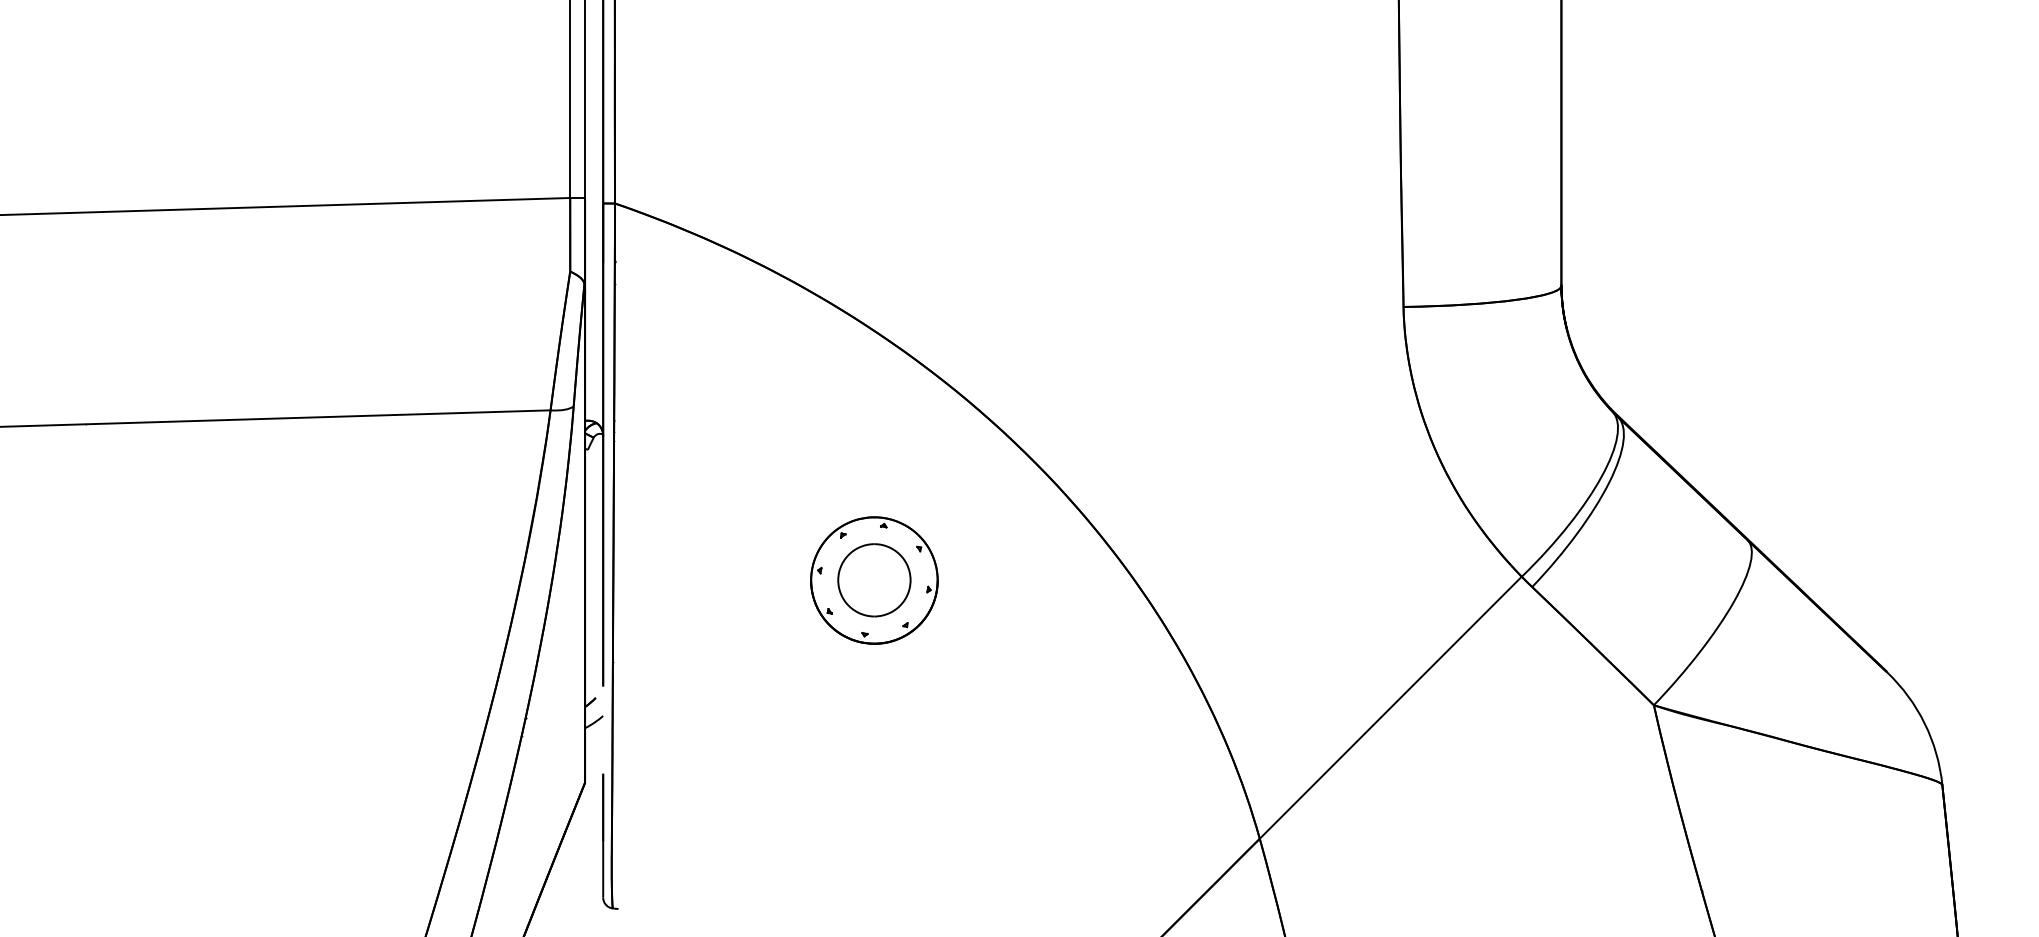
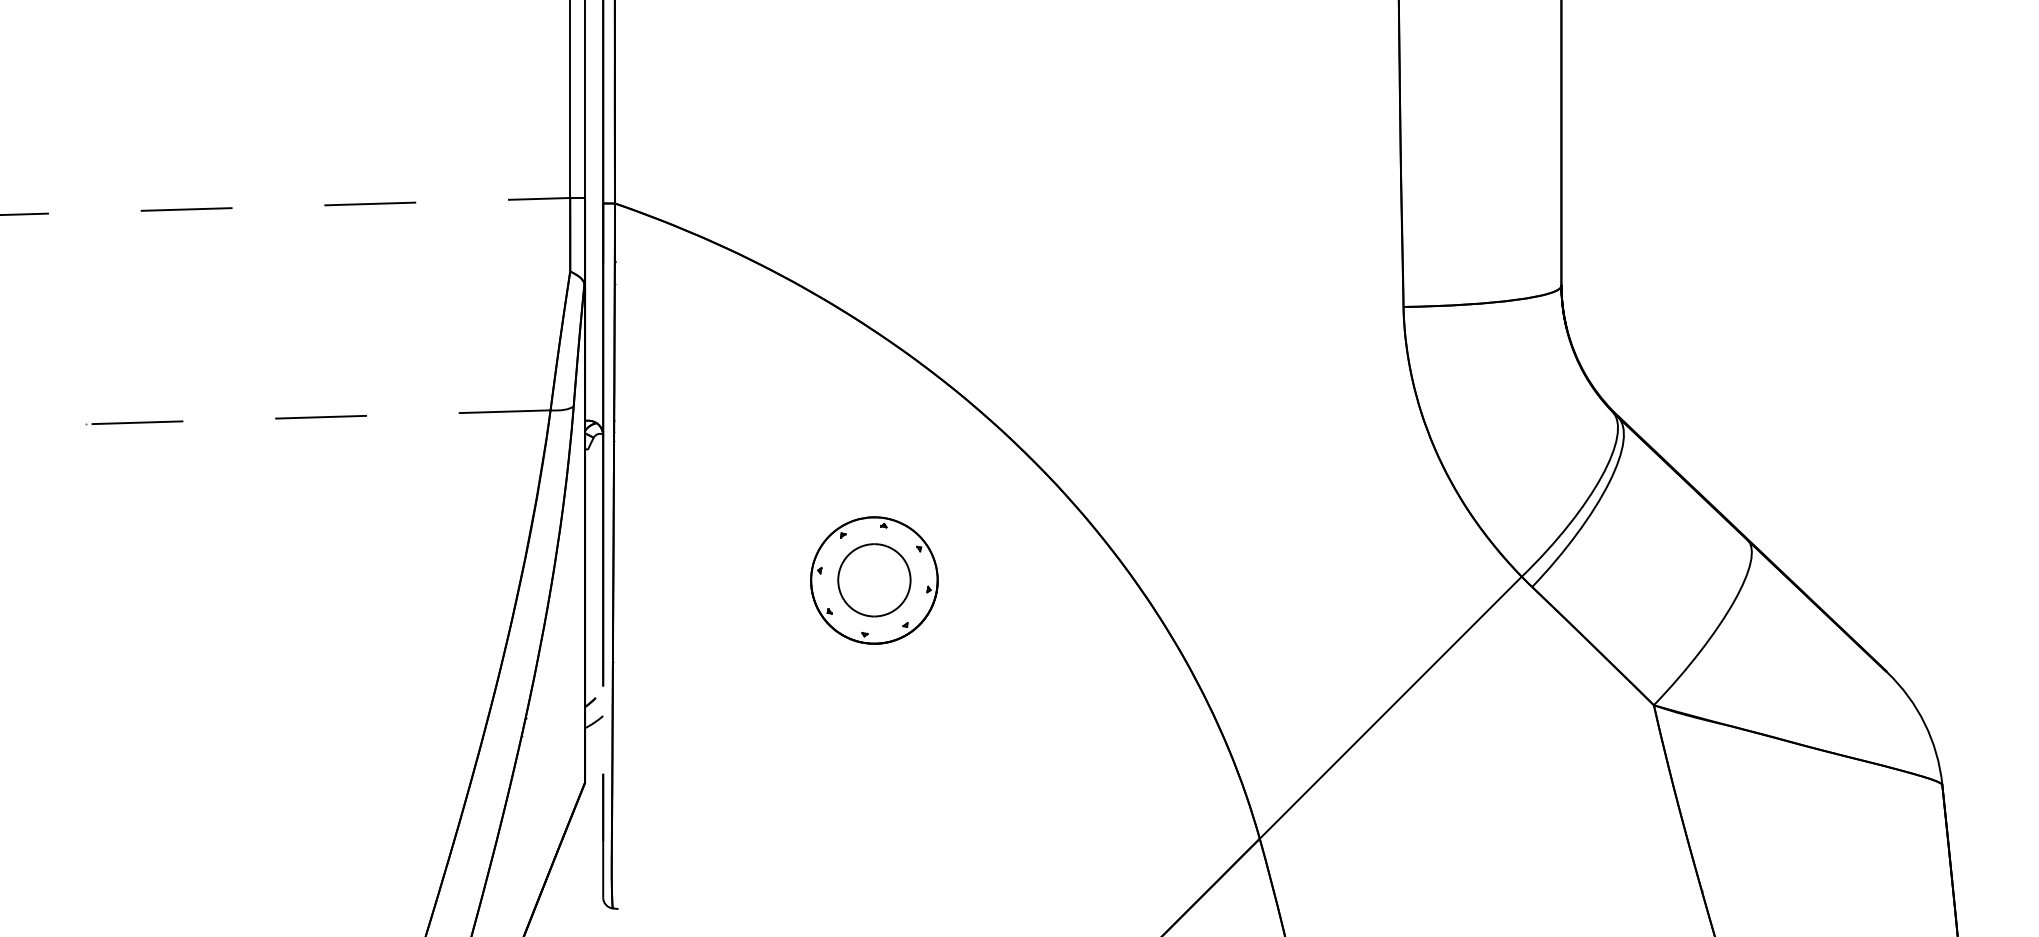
line at (285, 206): solid -> dashed
line at (274, 418): solid -> dashed
